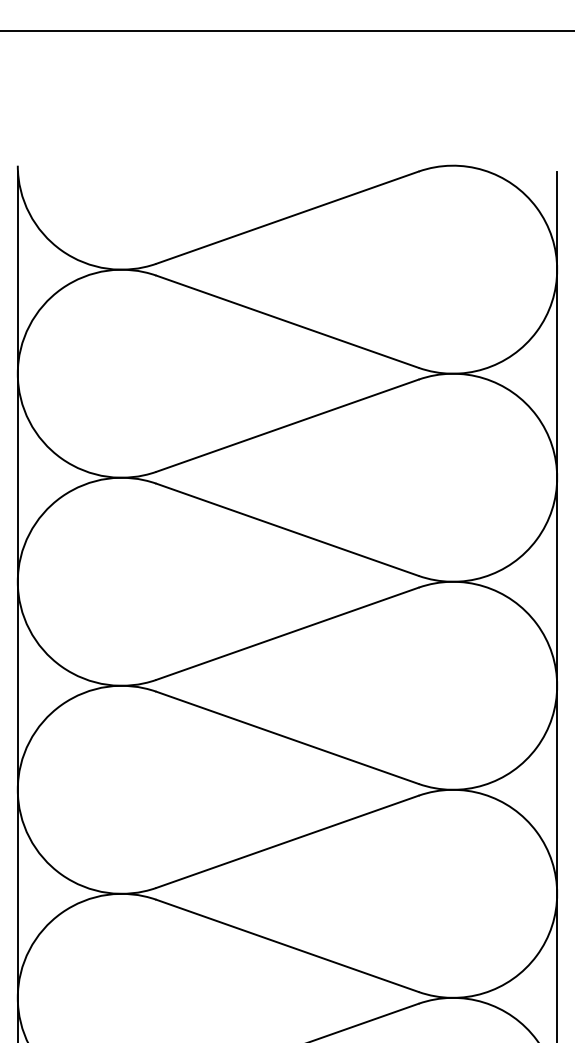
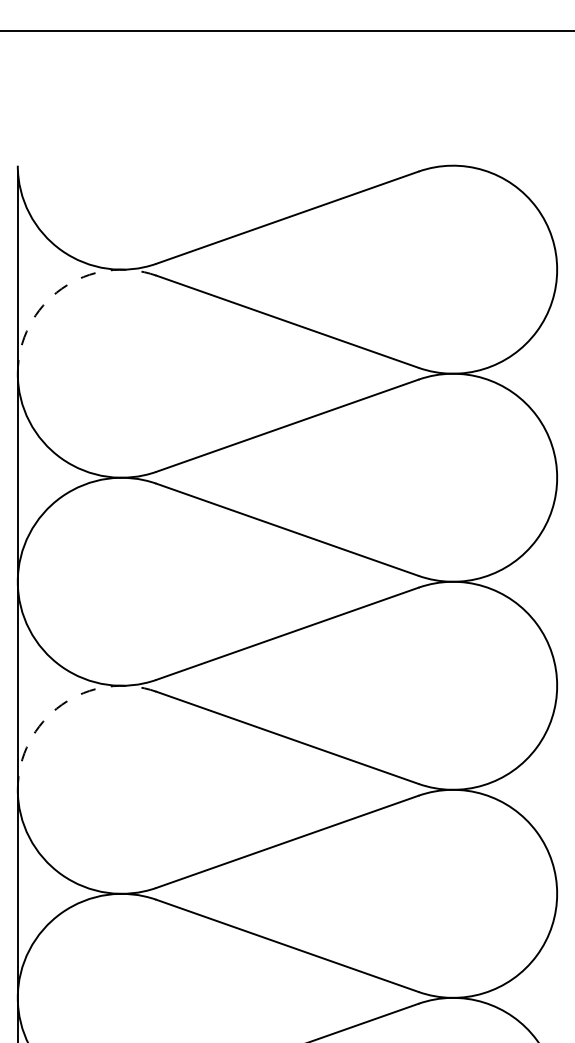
arc at (61, 288): solid -> dashed
line at (557, 605): present -> none
arc at (61, 704): solid -> dashed
